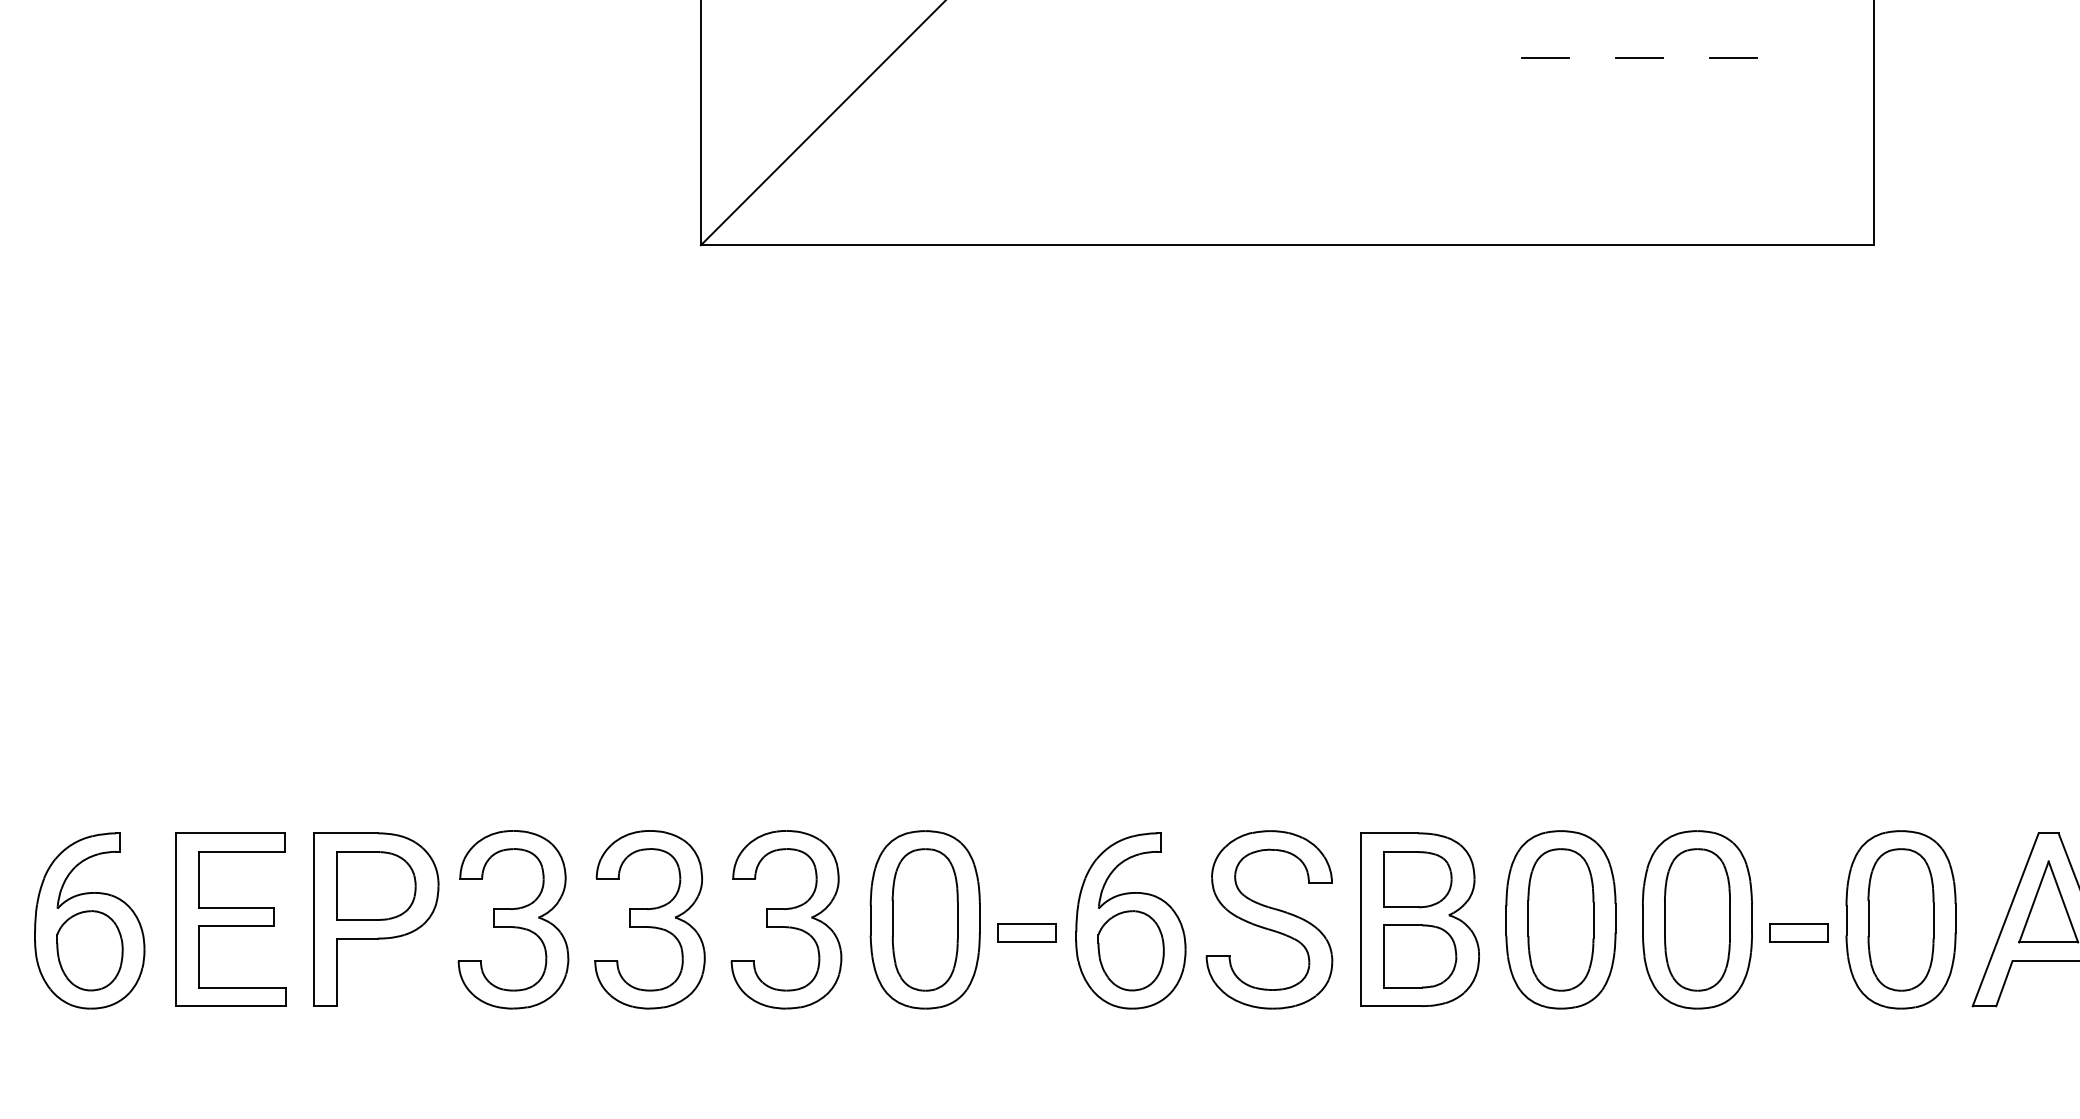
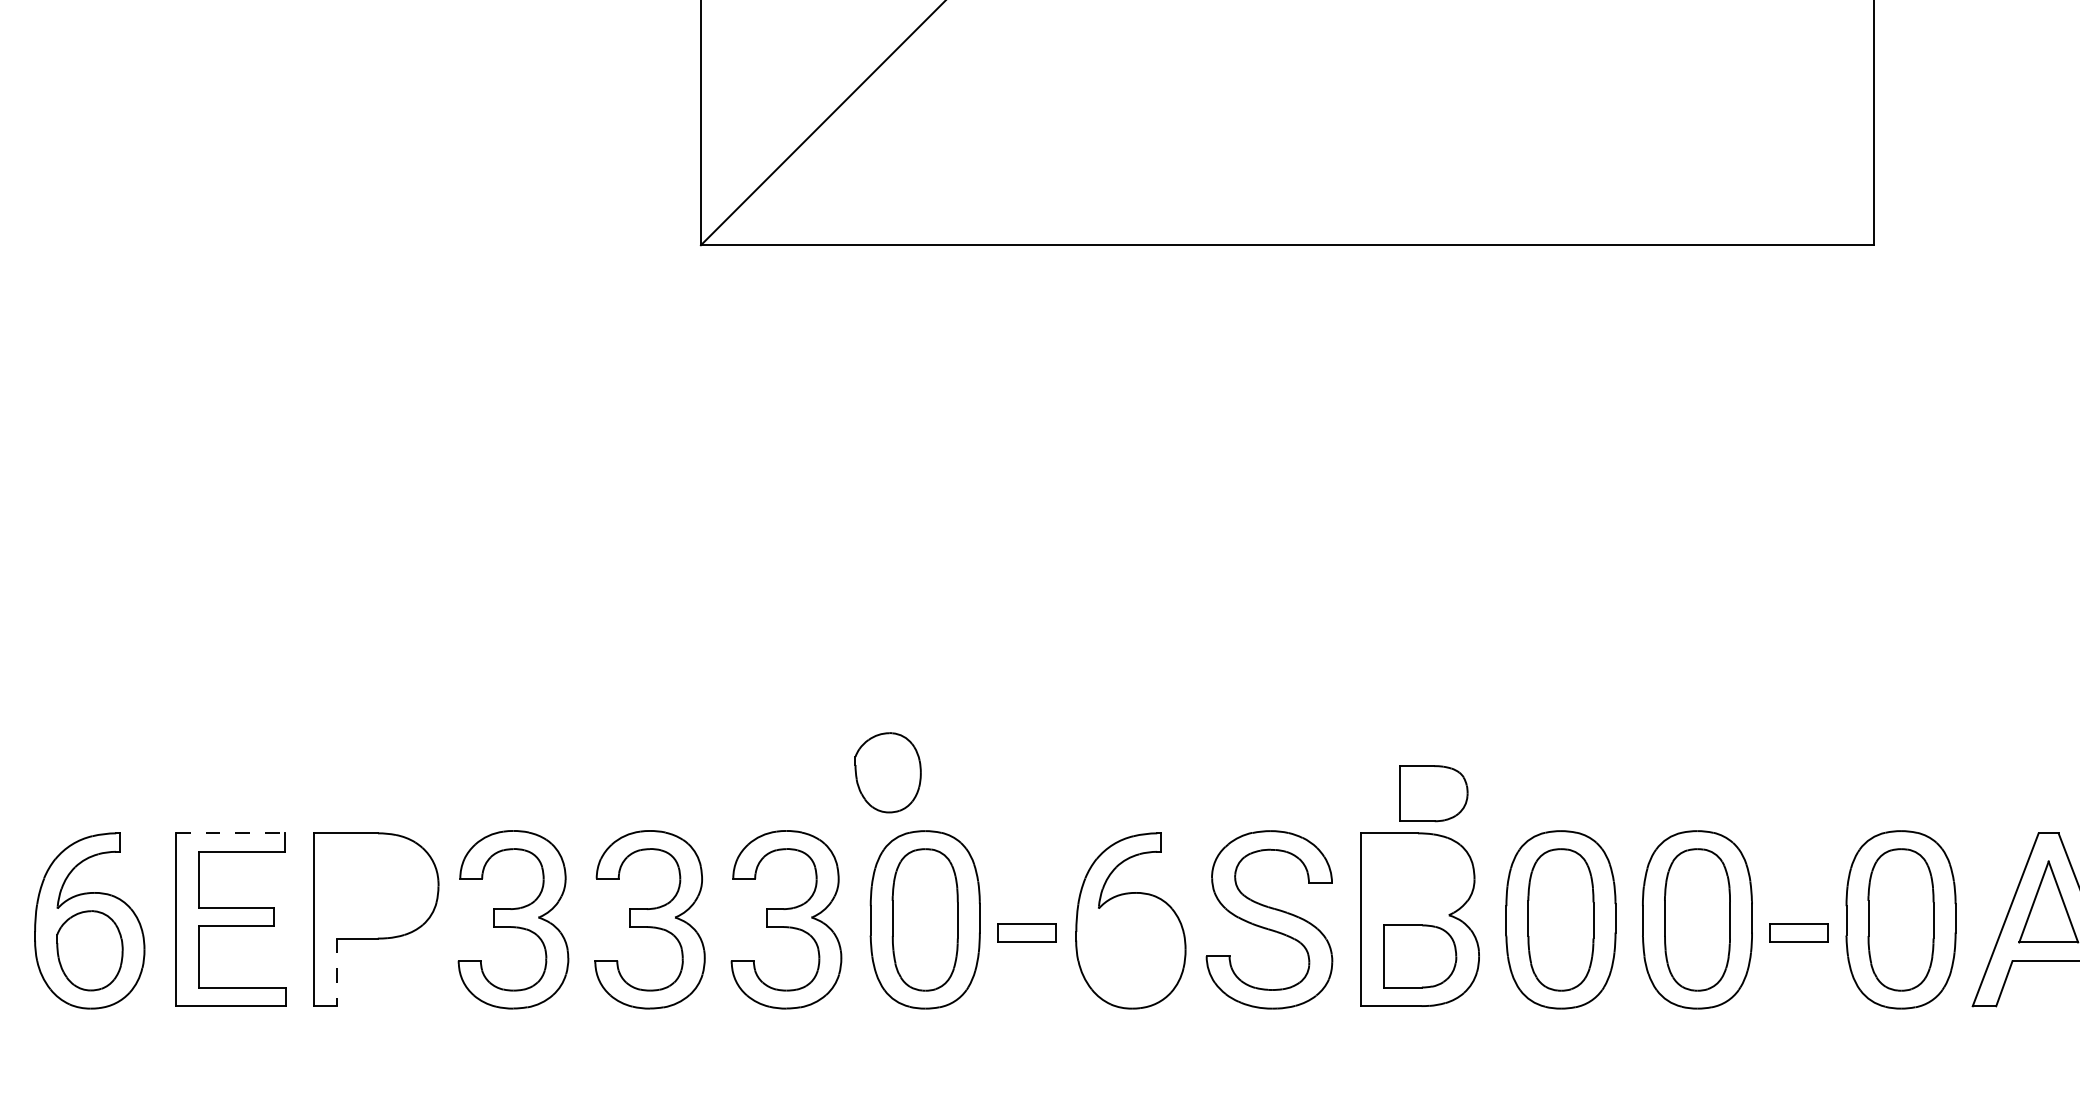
line at (1545, 57): present -> none
line at (1638, 57): present -> none
line at (1732, 57): present -> none
line at (230, 833): solid -> dashed
part at (1417, 879) position: (1417, 879) -> (1433, 793)
part at (376, 885): present -> none
part at (1130, 950) position: (1130, 950) -> (887, 772)
line at (337, 972): solid -> dashed
